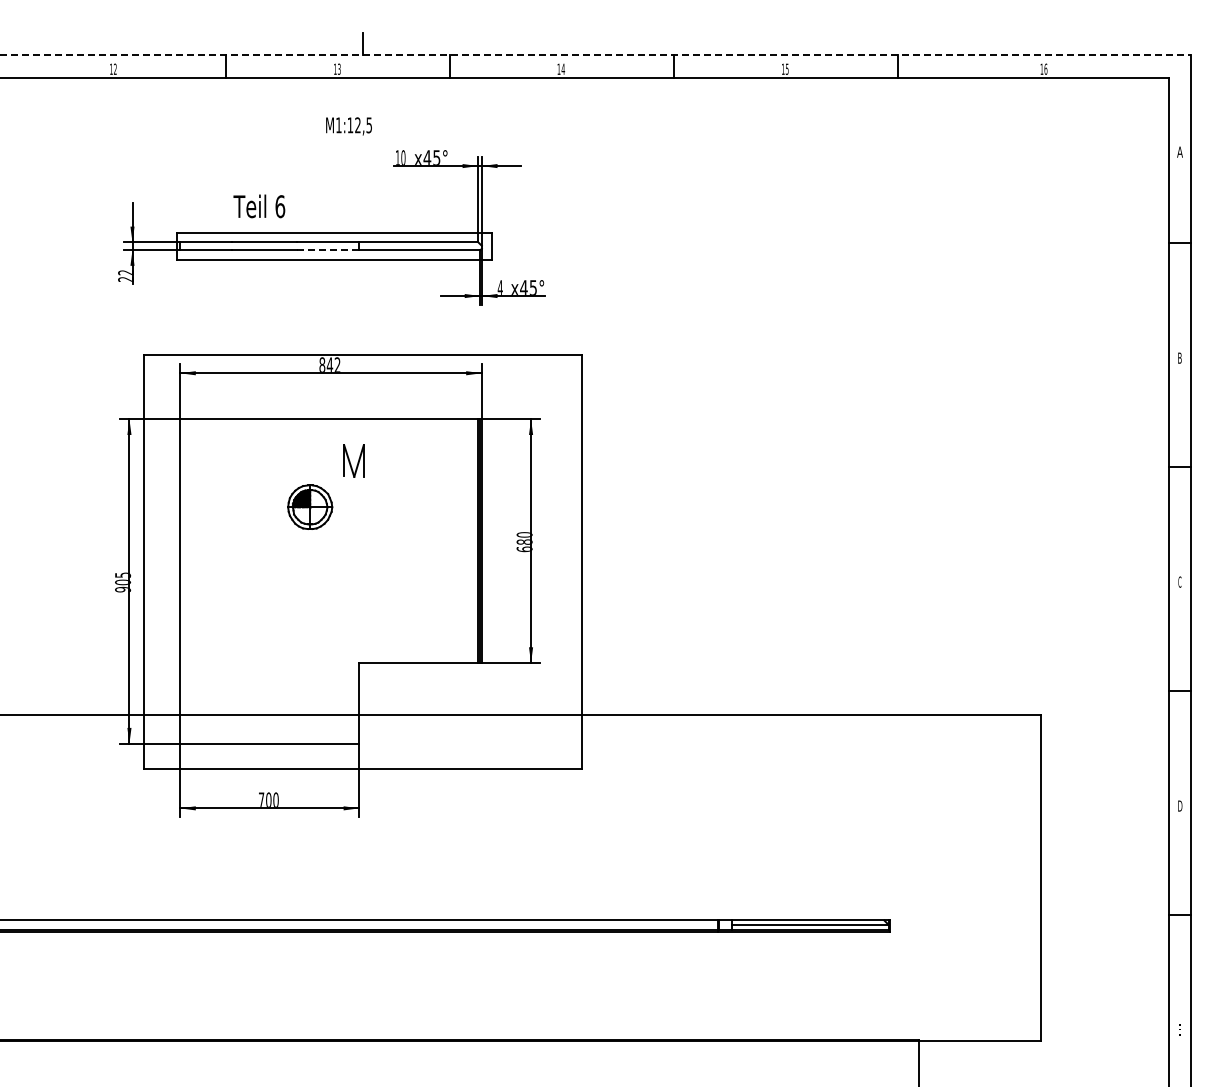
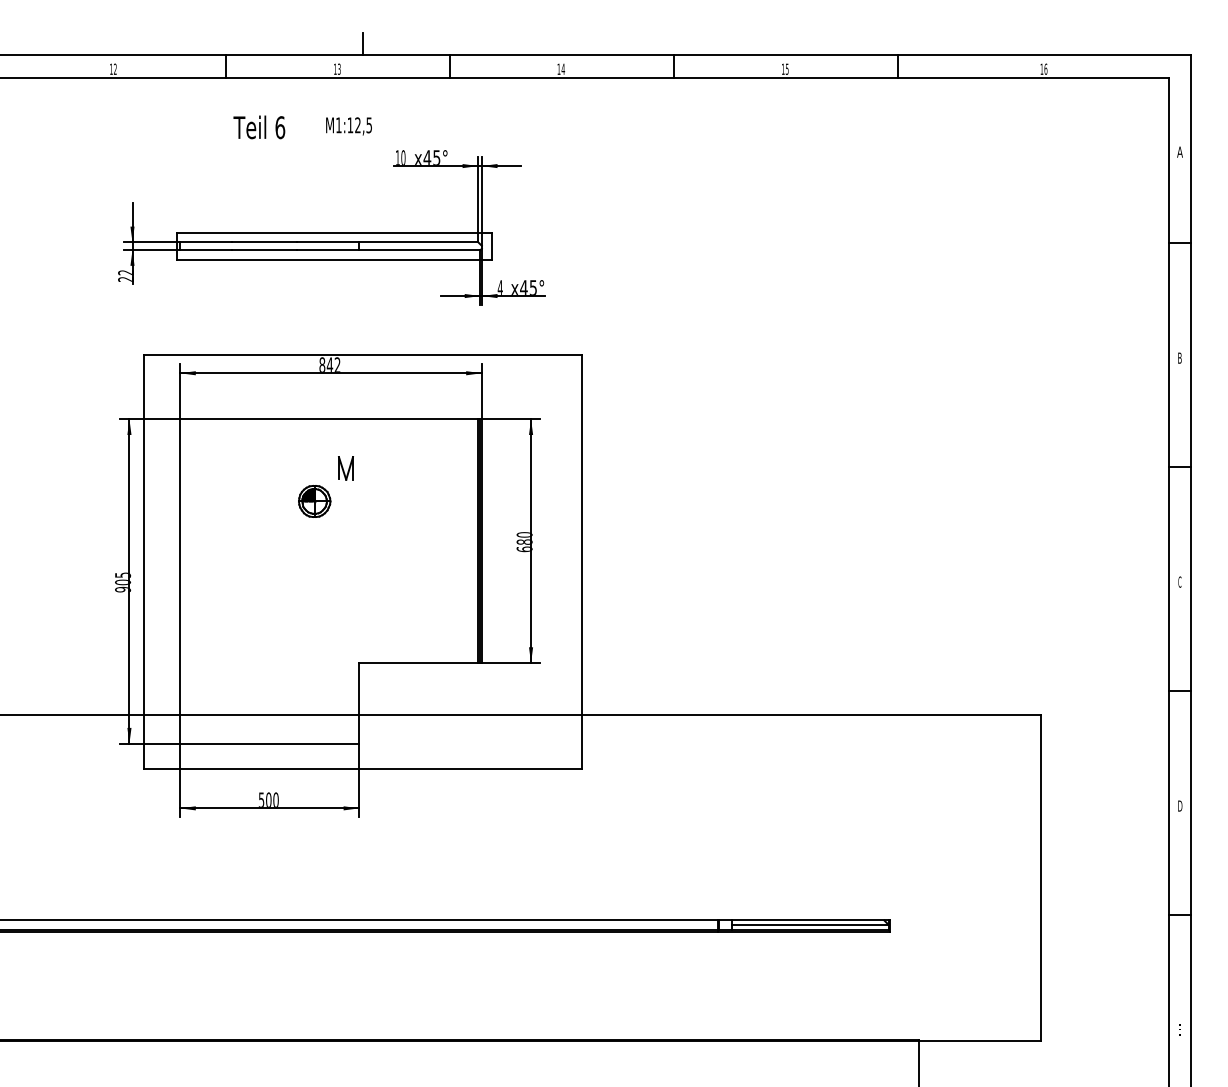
line at (596, 55): dashed -> solid
text at (259, 206) position: (259, 206) -> (259, 127)
line at (328, 250): dashed -> solid
part at (325, 486) size: 78x86 px -> 56x62 px
text at (261, 799): 700 -> 500
